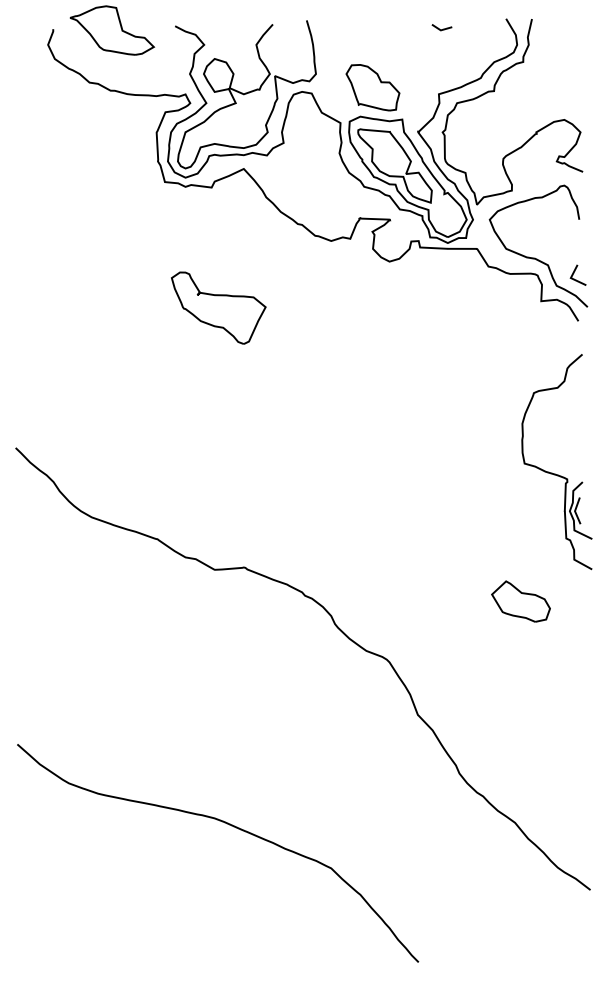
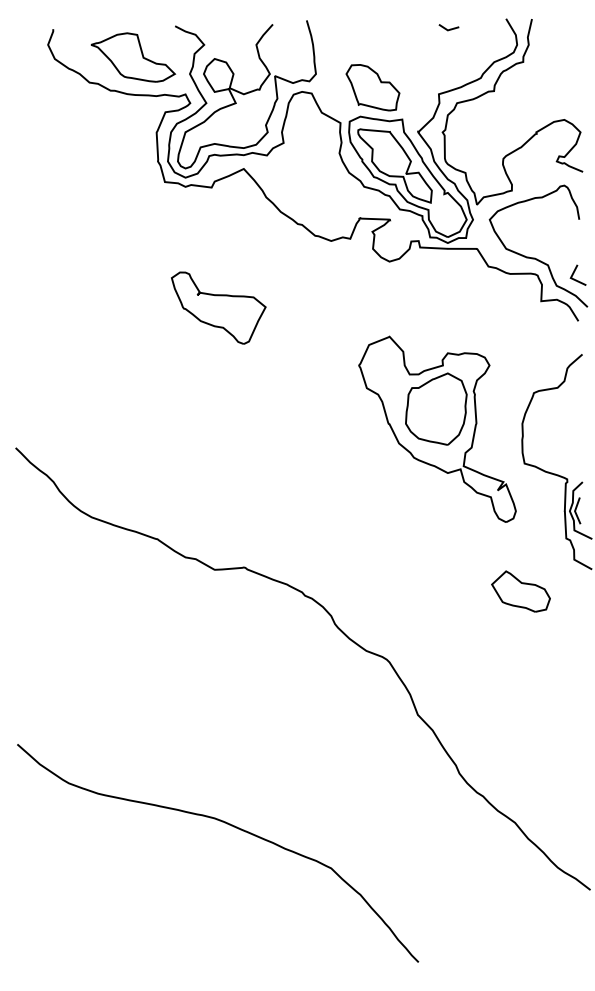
line at (441, 29) position: (441, 29) -> (448, 29)
part at (112, 30) position: (112, 30) -> (133, 57)
part at (437, 428): none -> present
part at (520, 601) position: (520, 601) -> (520, 591)
